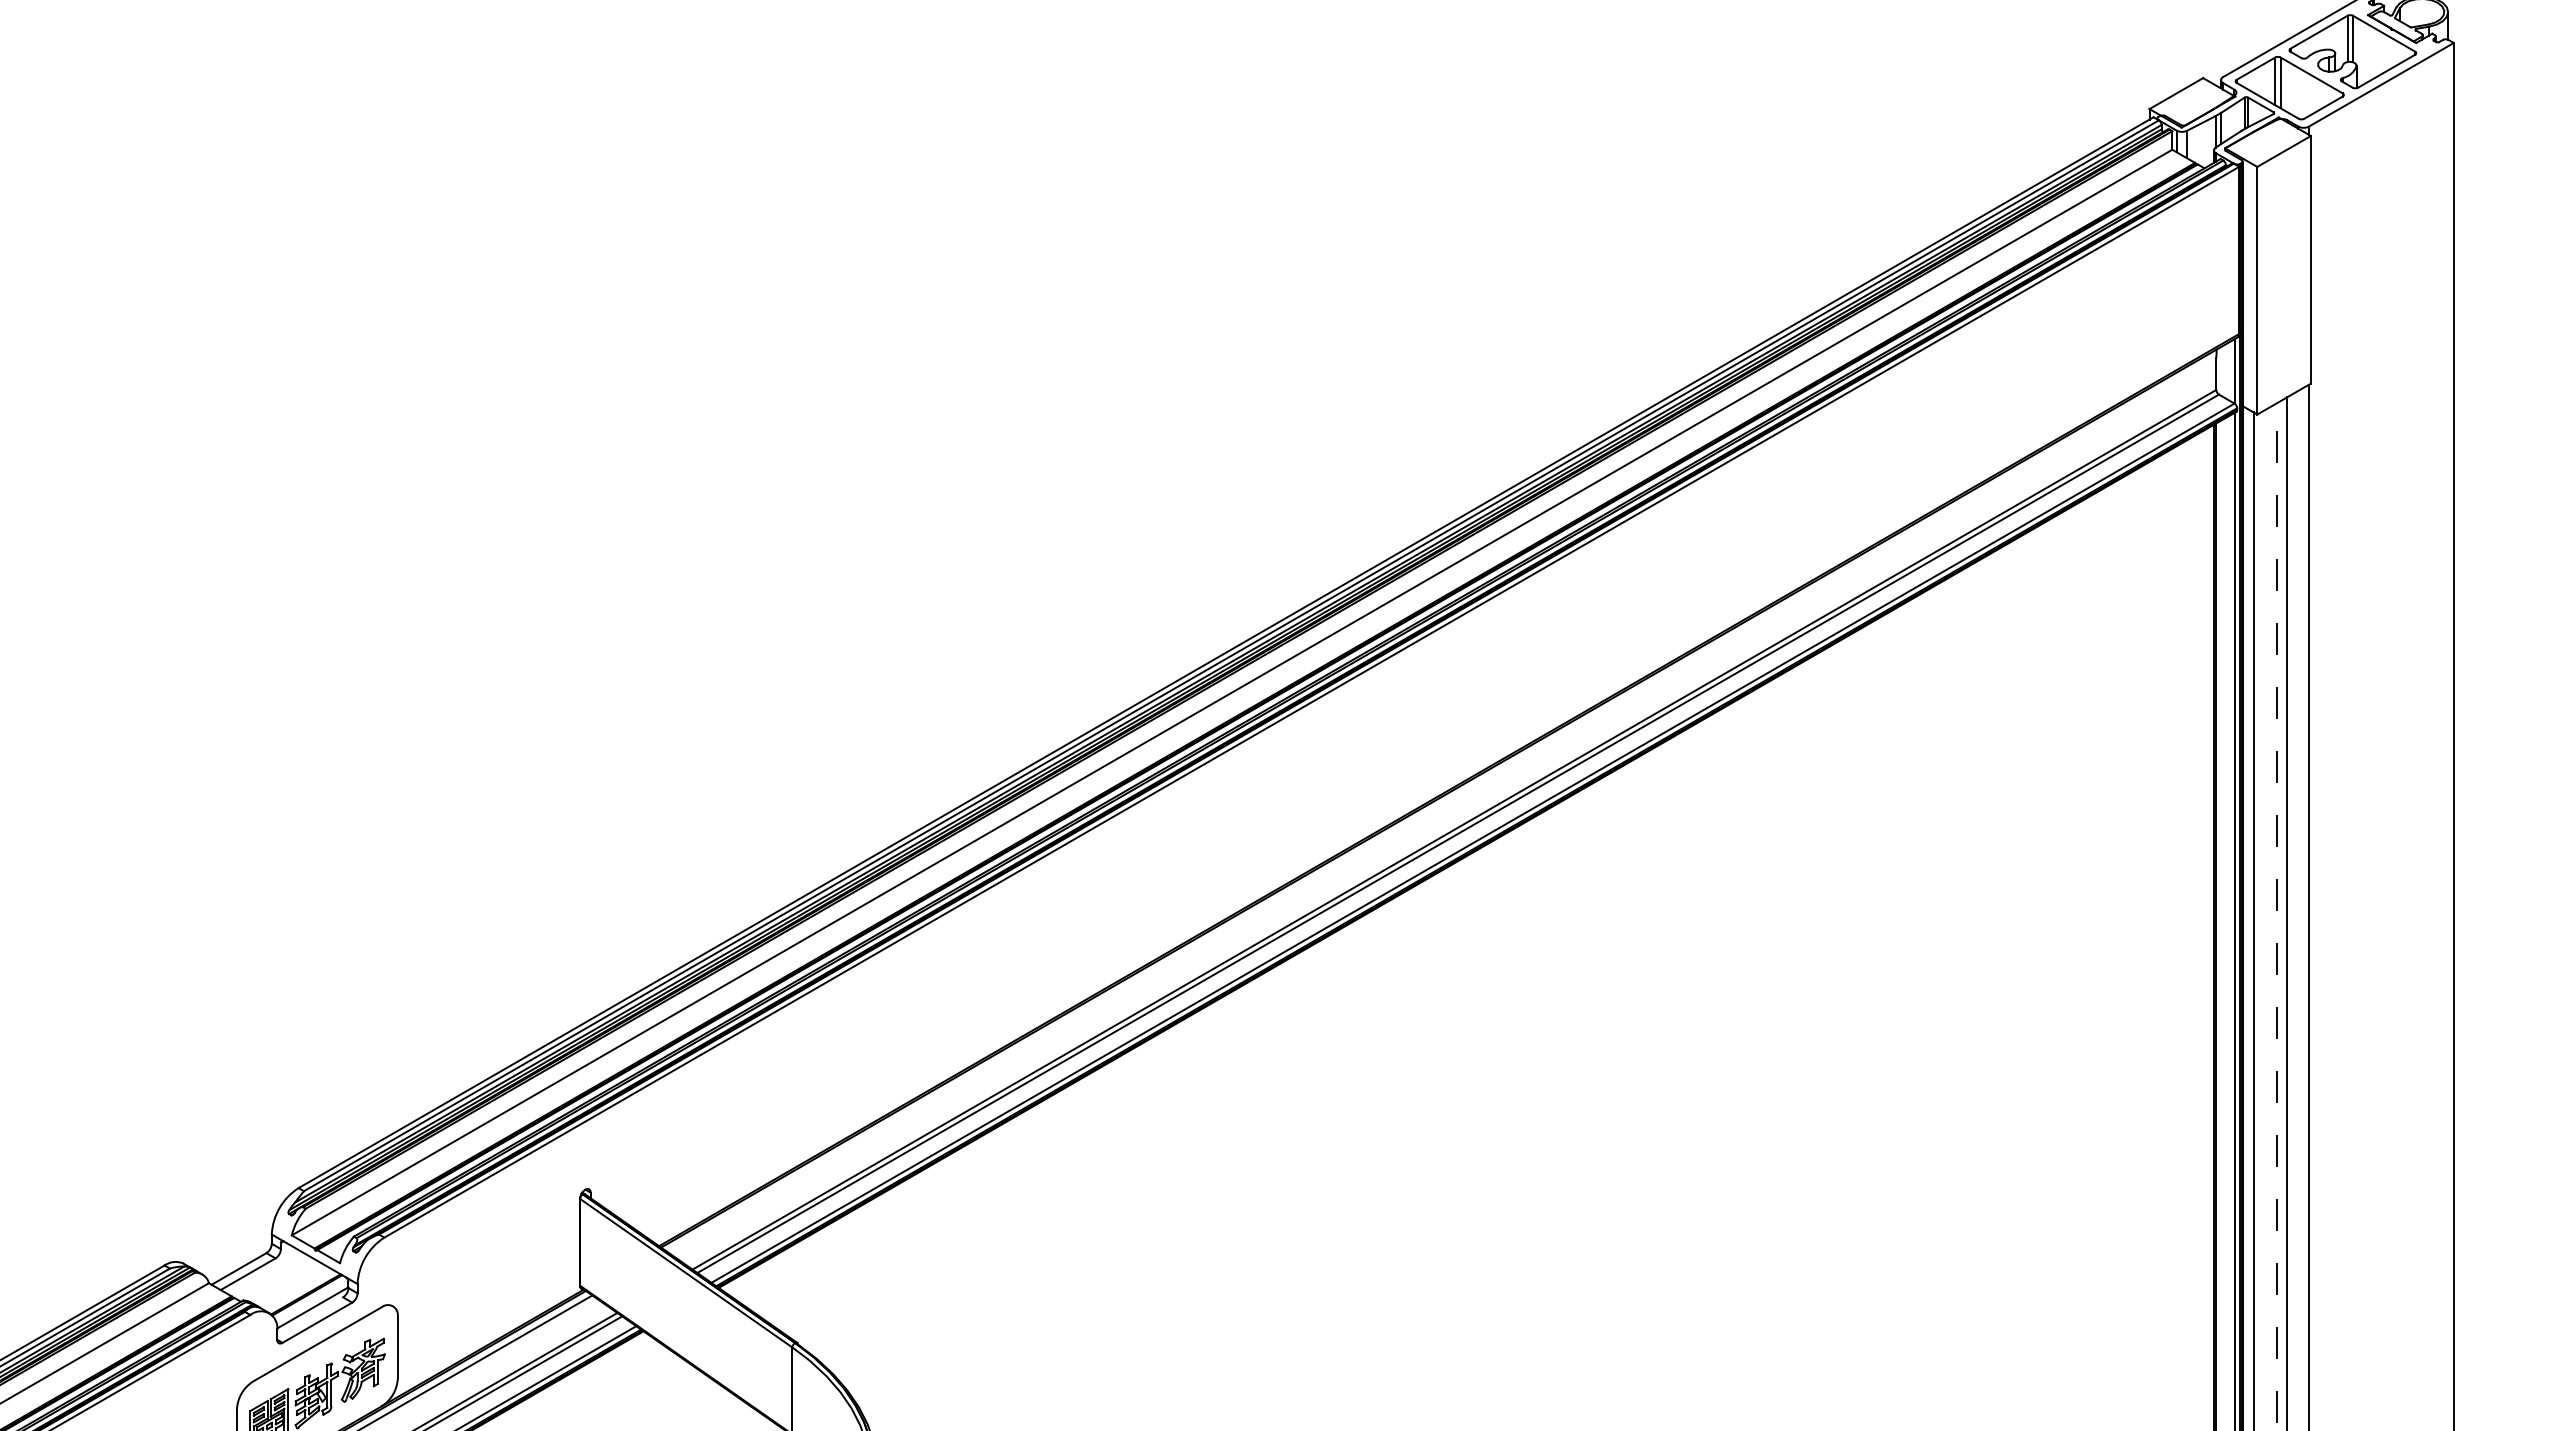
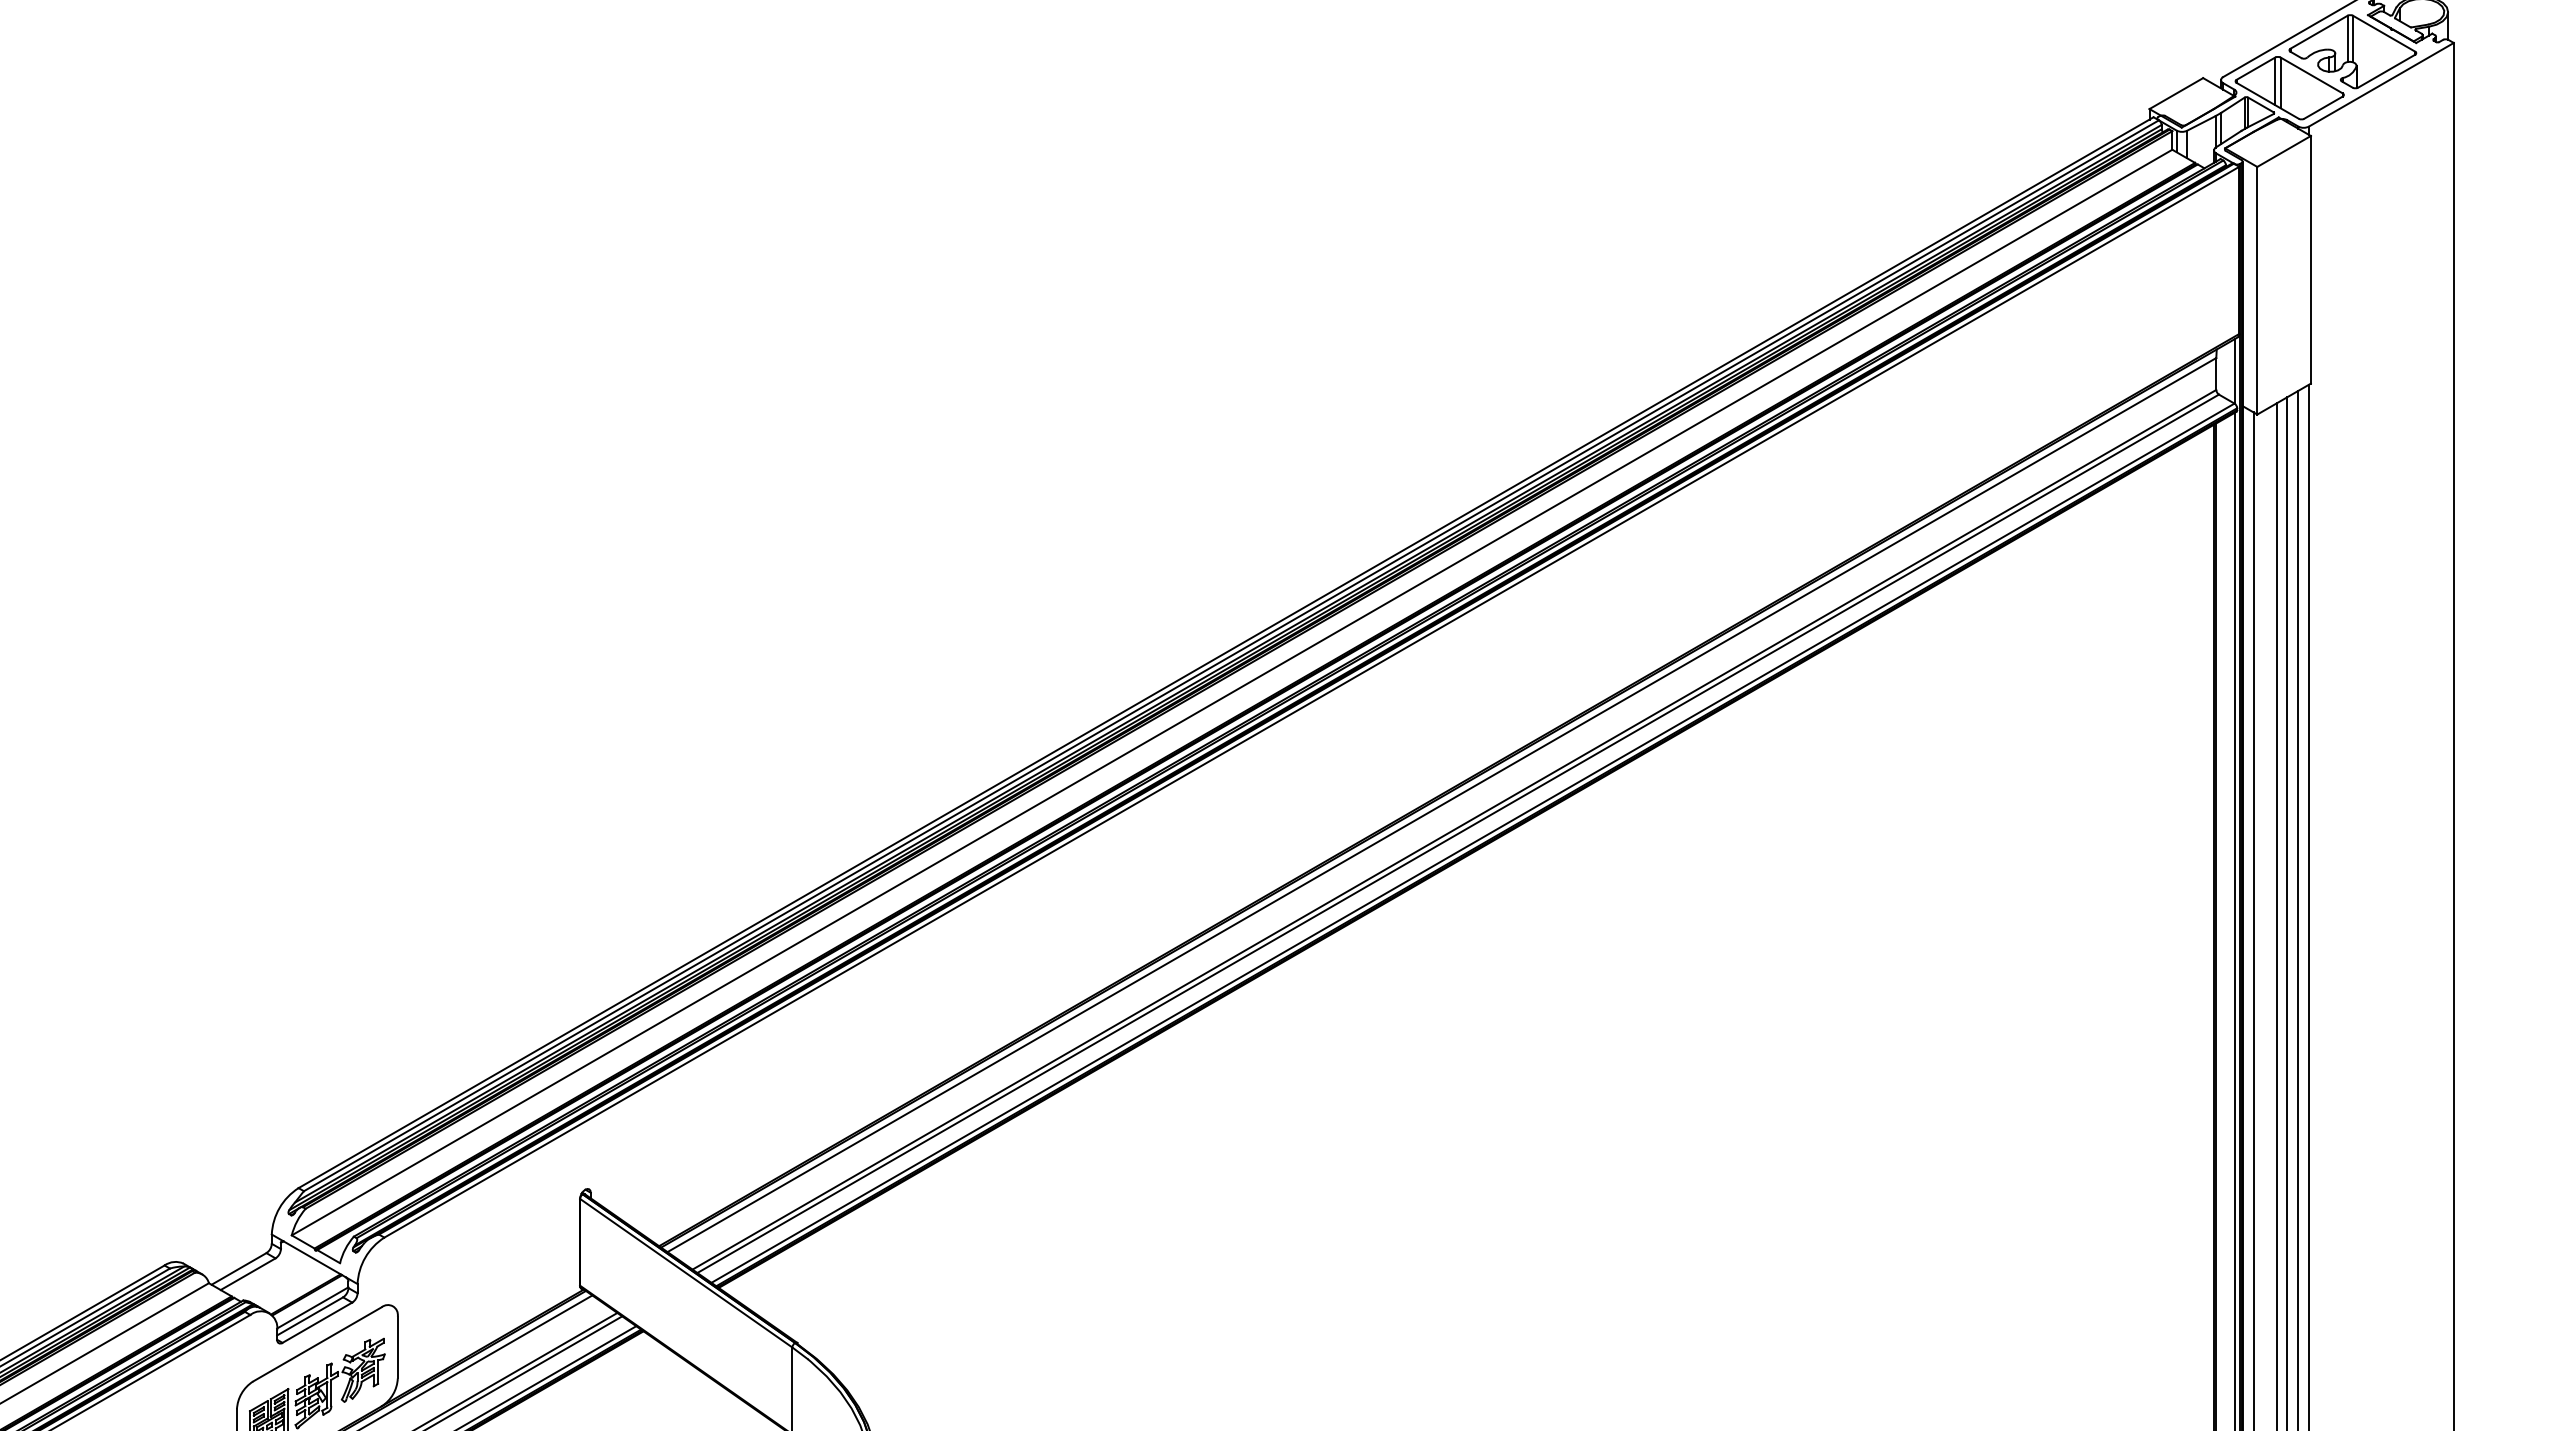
line at (1441, 805): none -> present
line at (2298, 908): none -> present
line at (2276, 916): dashed -> solid
line at (310, 1316): none -> present
